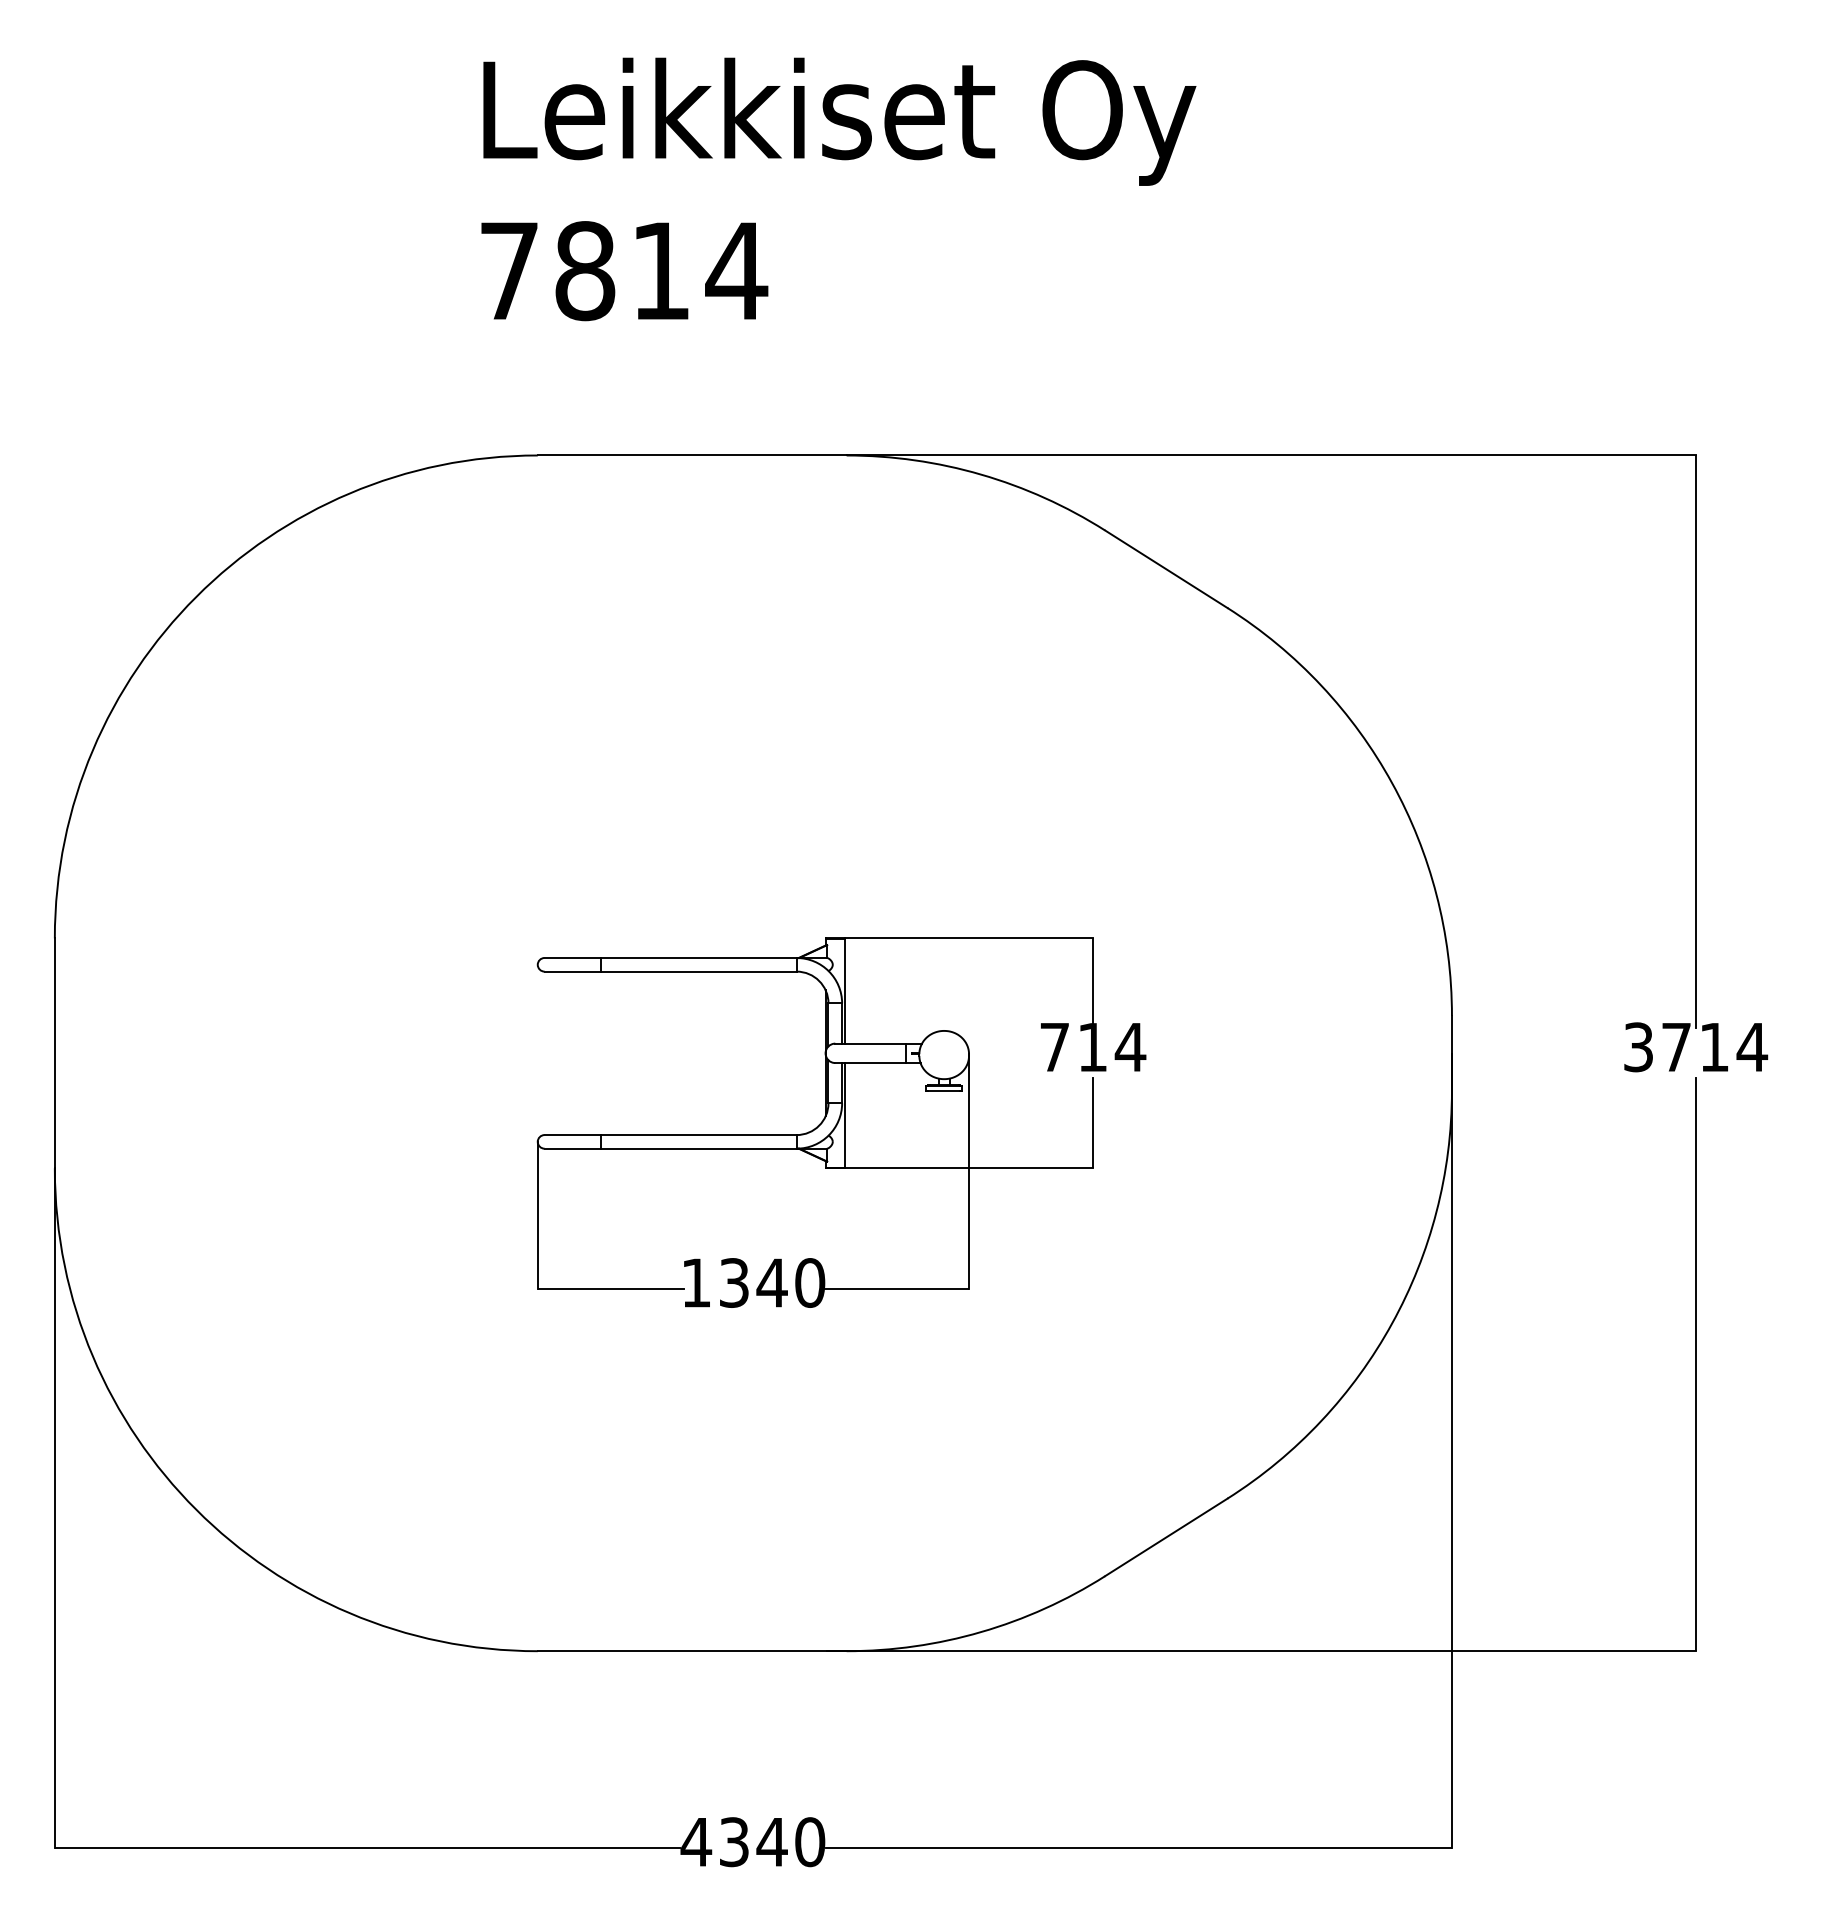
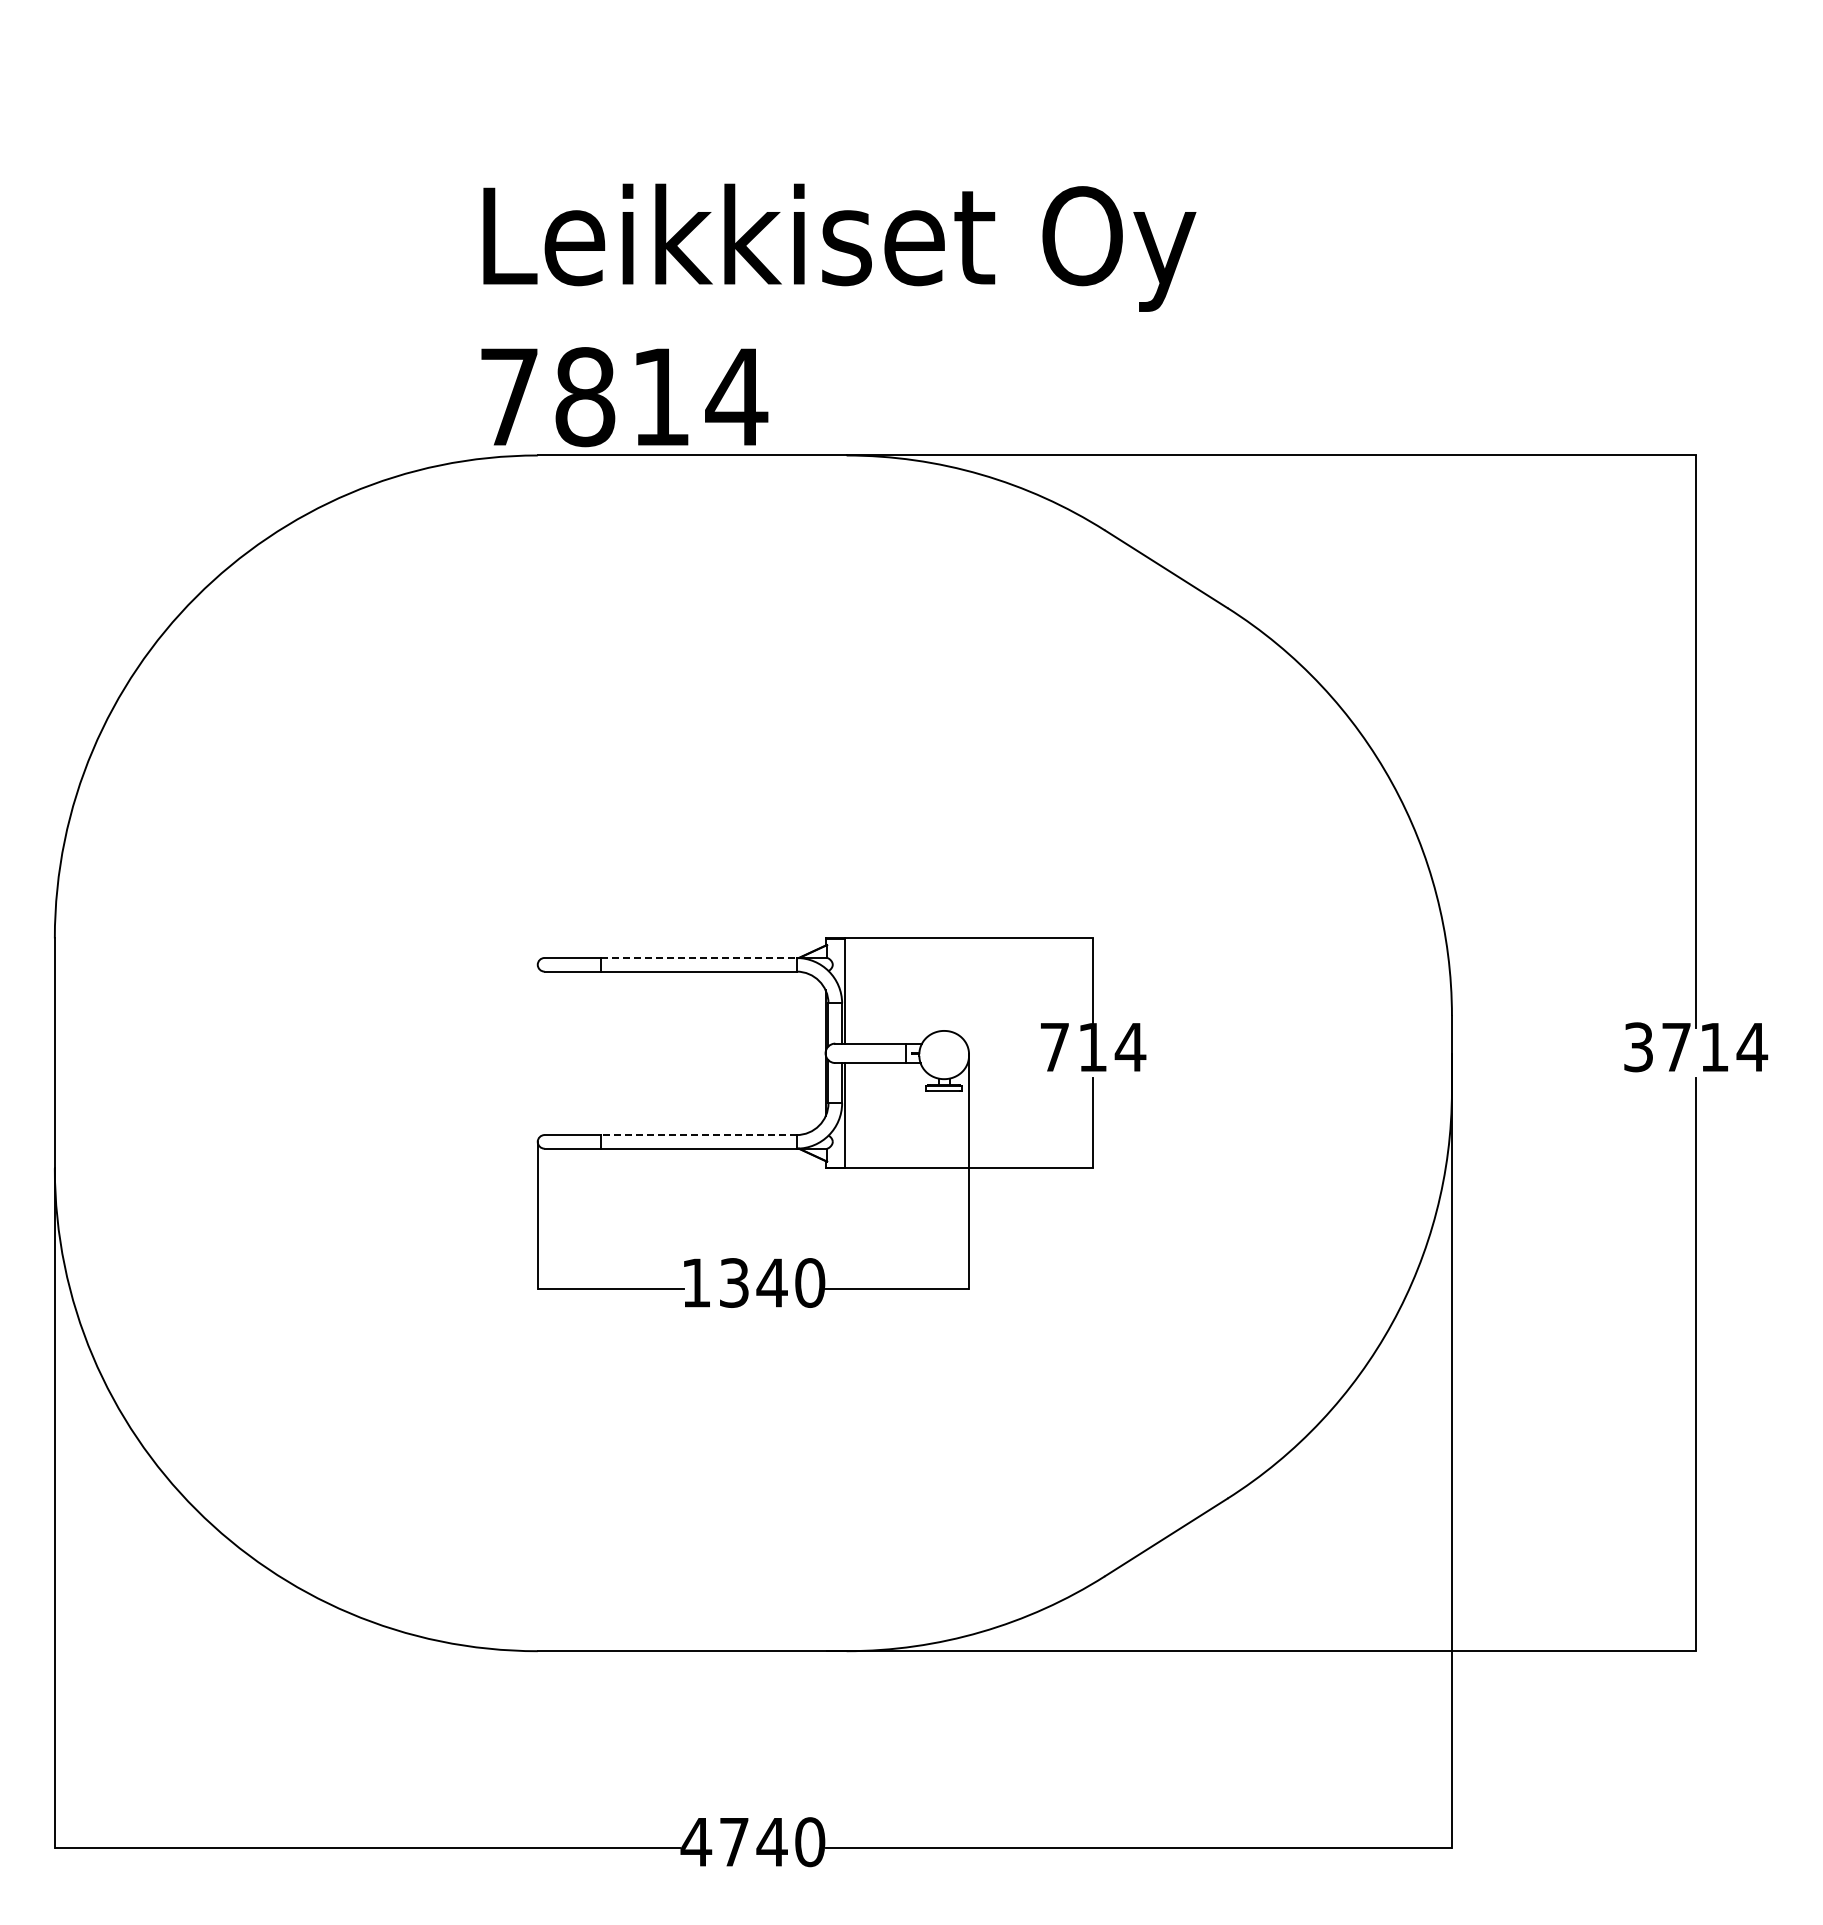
text at (838, 189) position: (838, 189) -> (838, 315)
line at (698, 957): solid -> dashed
line at (698, 1135): solid -> dashed
text at (734, 1842): 4340 -> 4740
